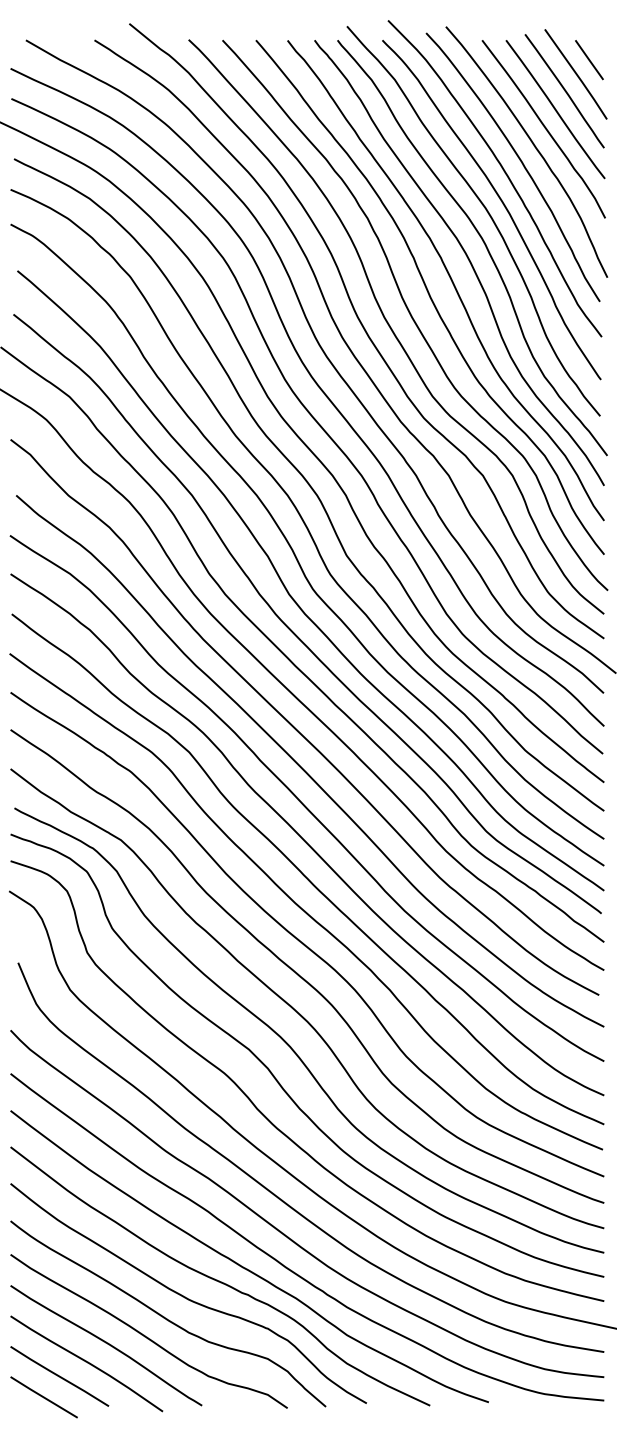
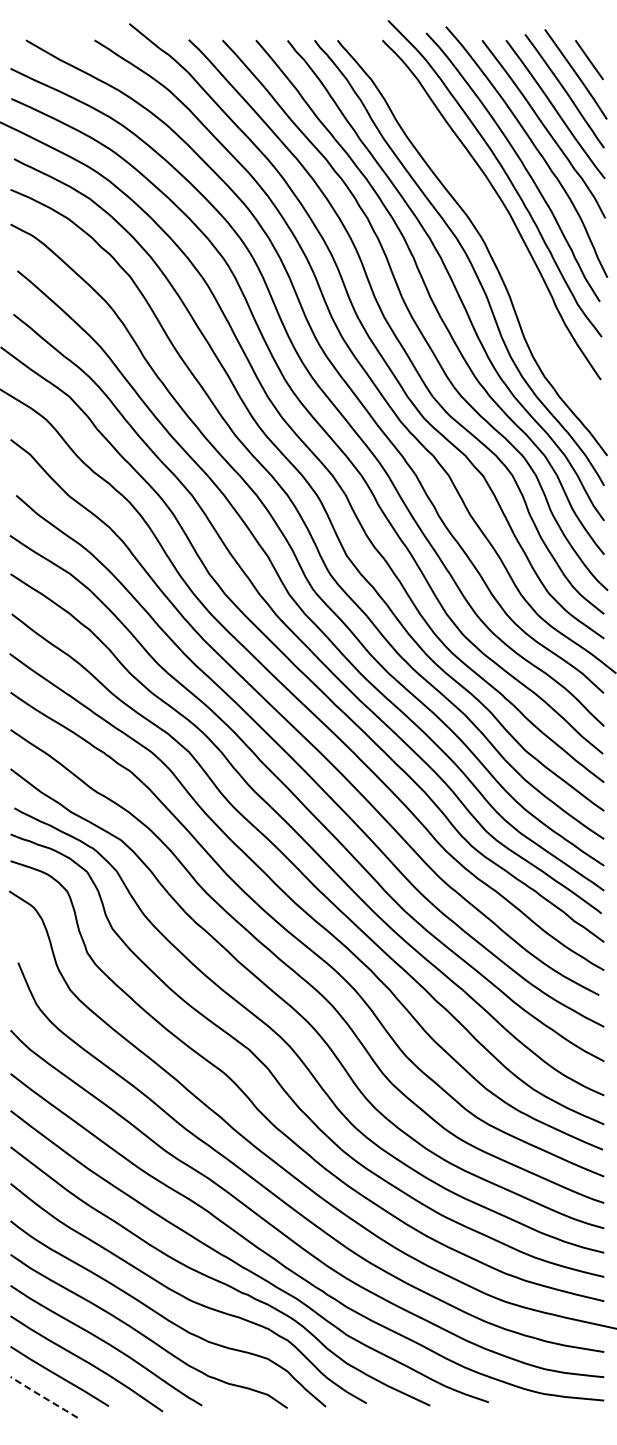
curve at (487, 213): present -> none
line at (43, 1396): solid -> dashed
